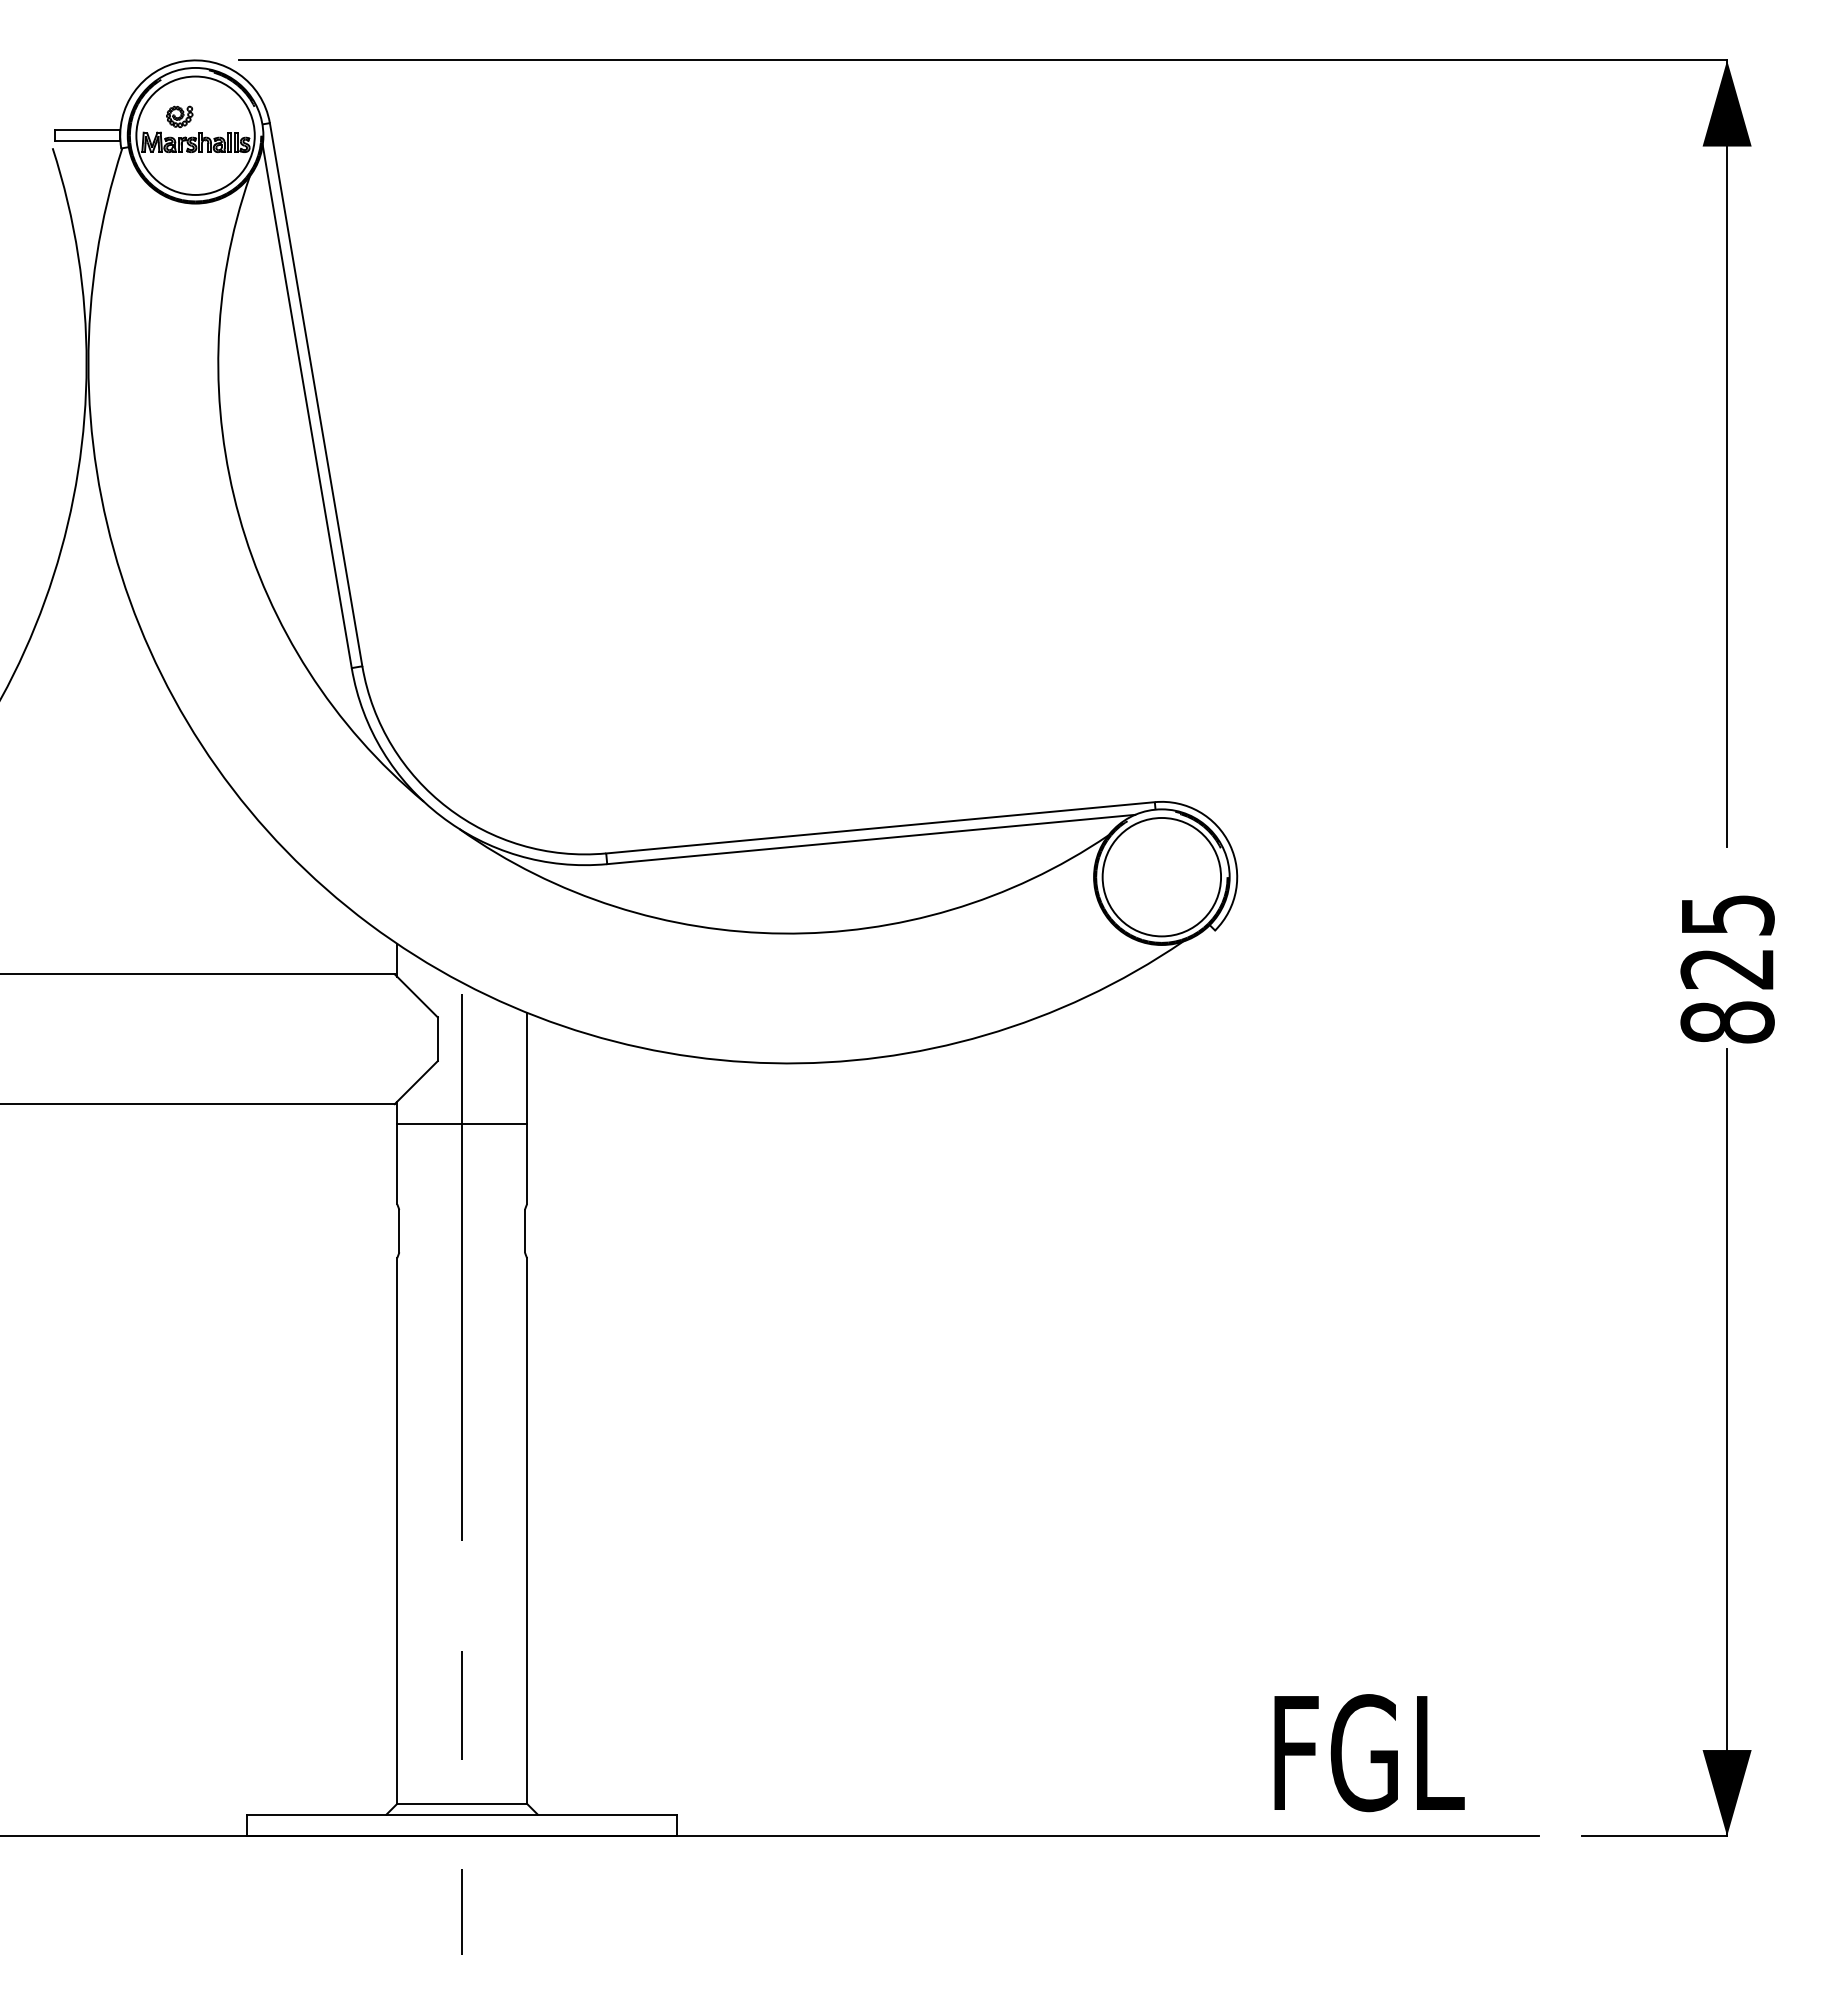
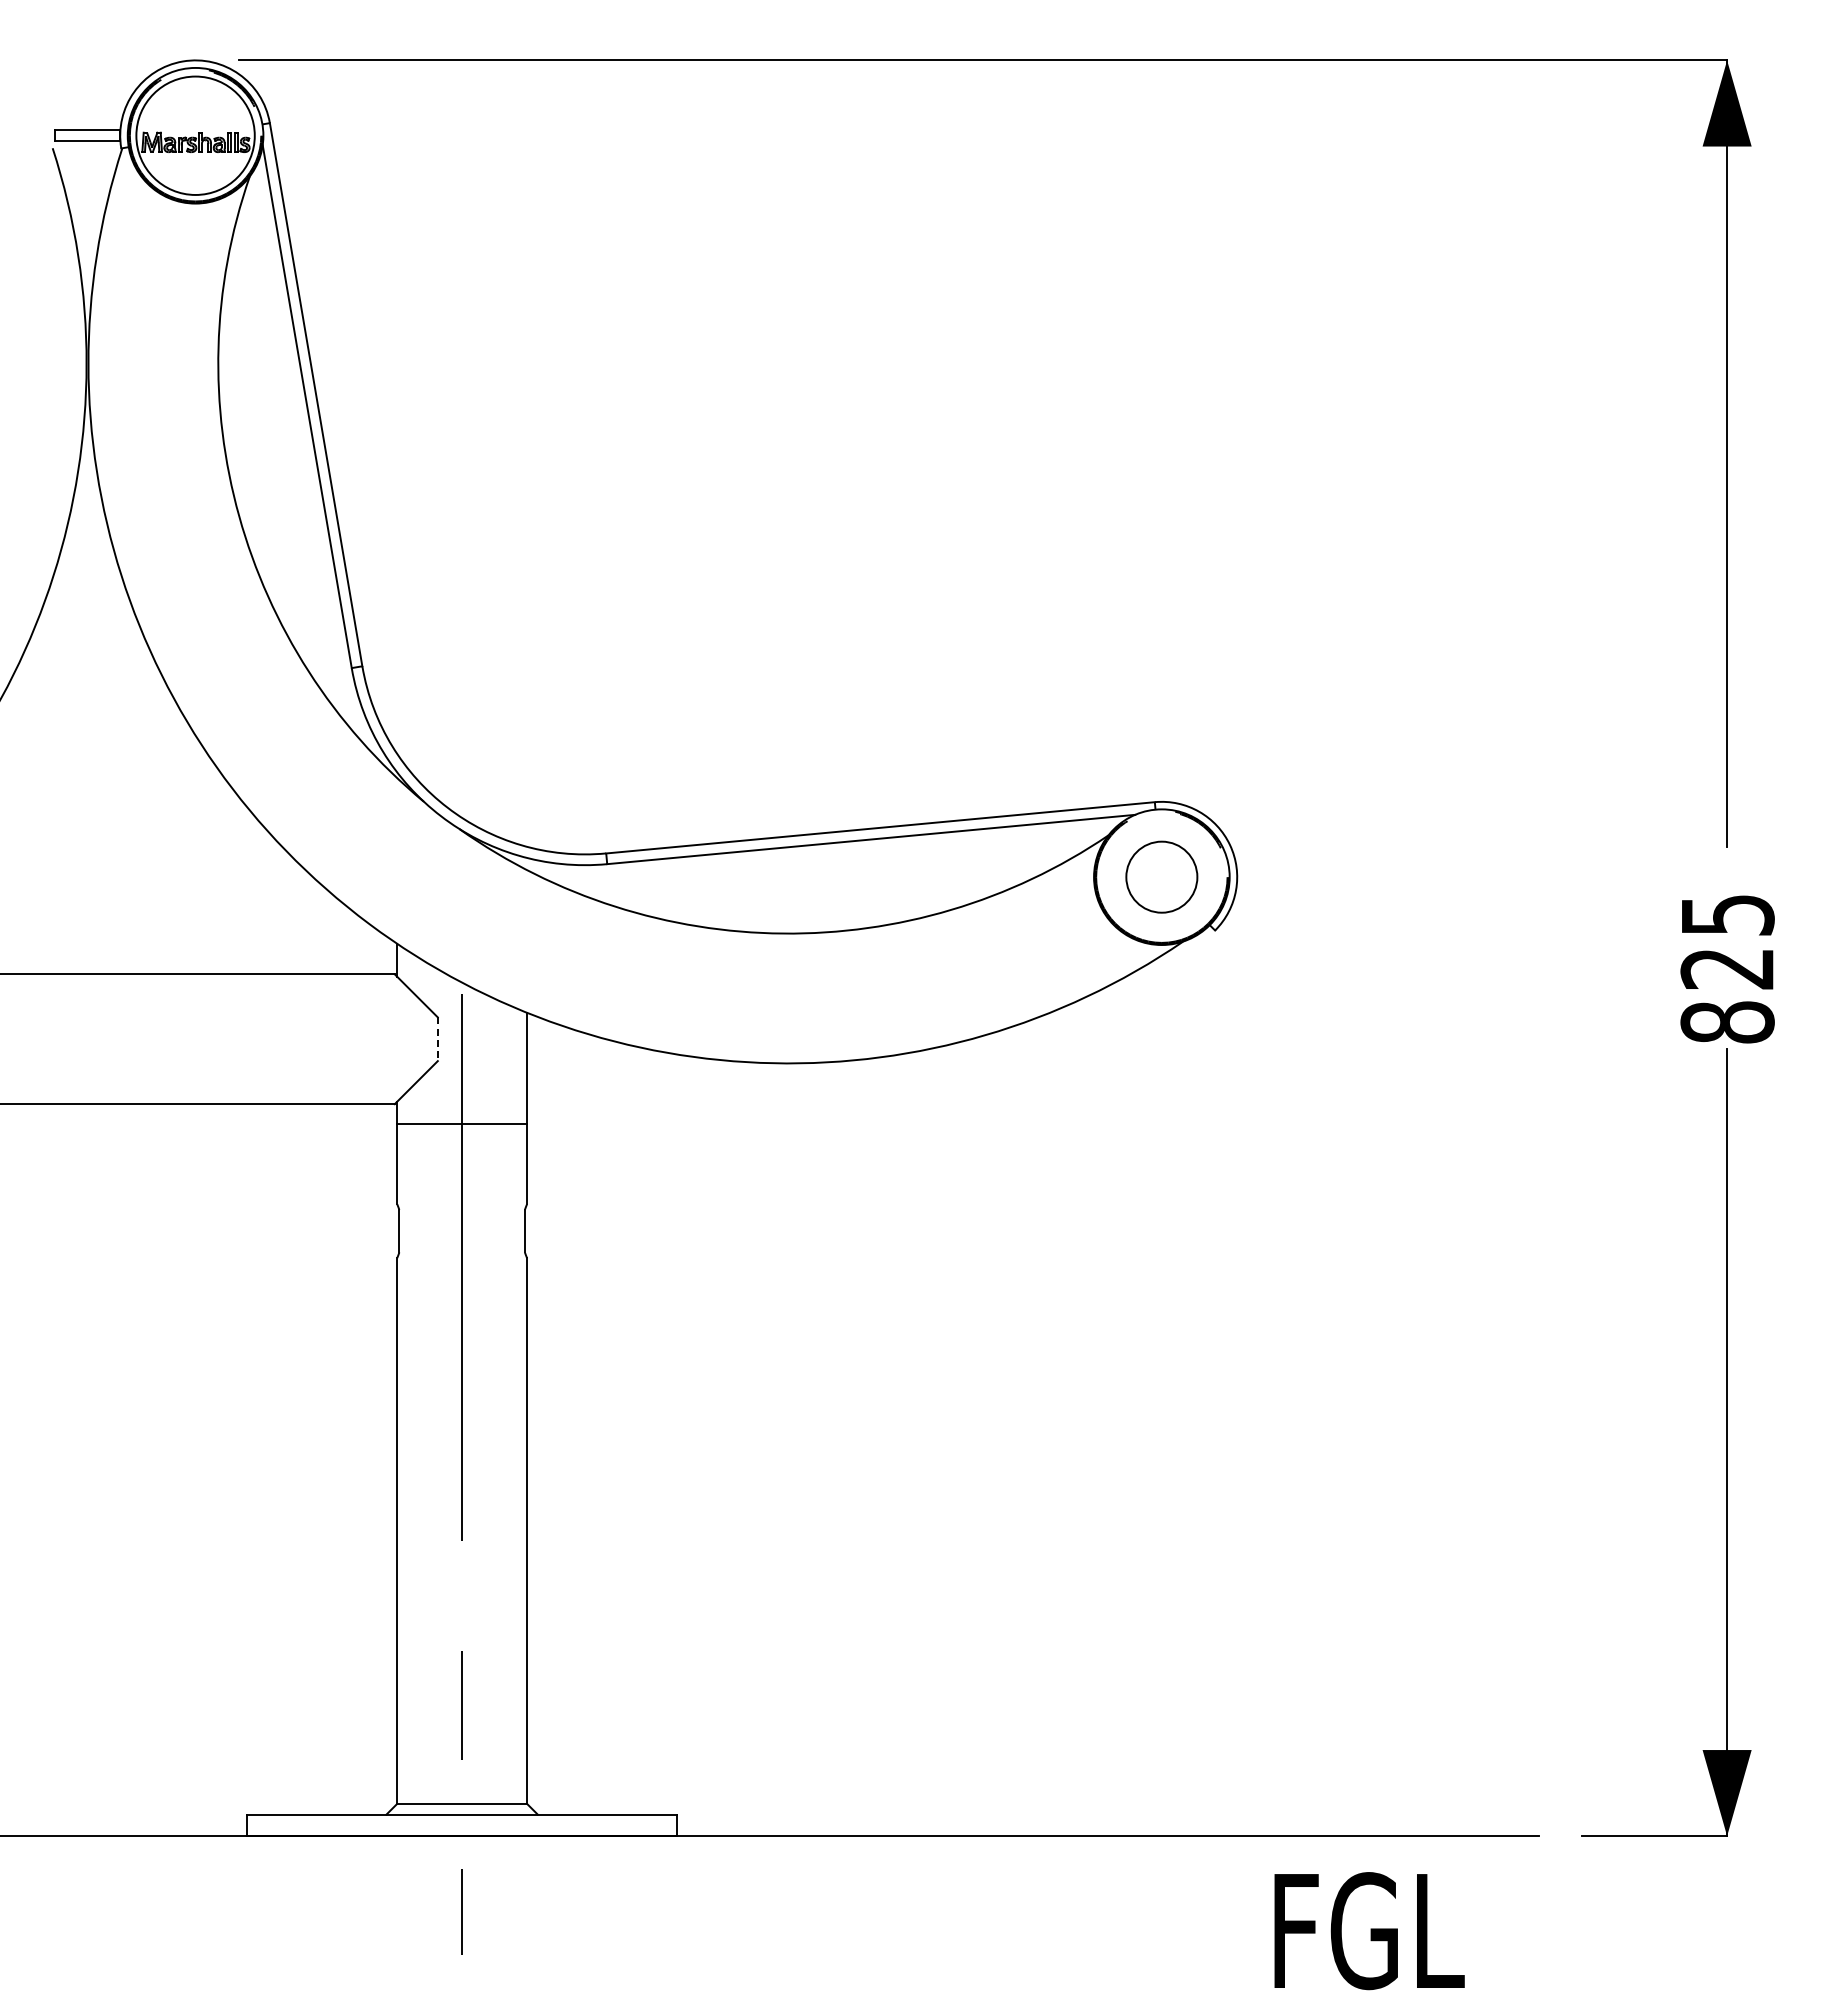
part at (179, 116): present -> none
circle at (1161, 876) diameter: 118 px -> 71 px
line at (437, 1039): solid -> dashed
text at (1369, 1753) position: (1369, 1753) -> (1369, 1931)
